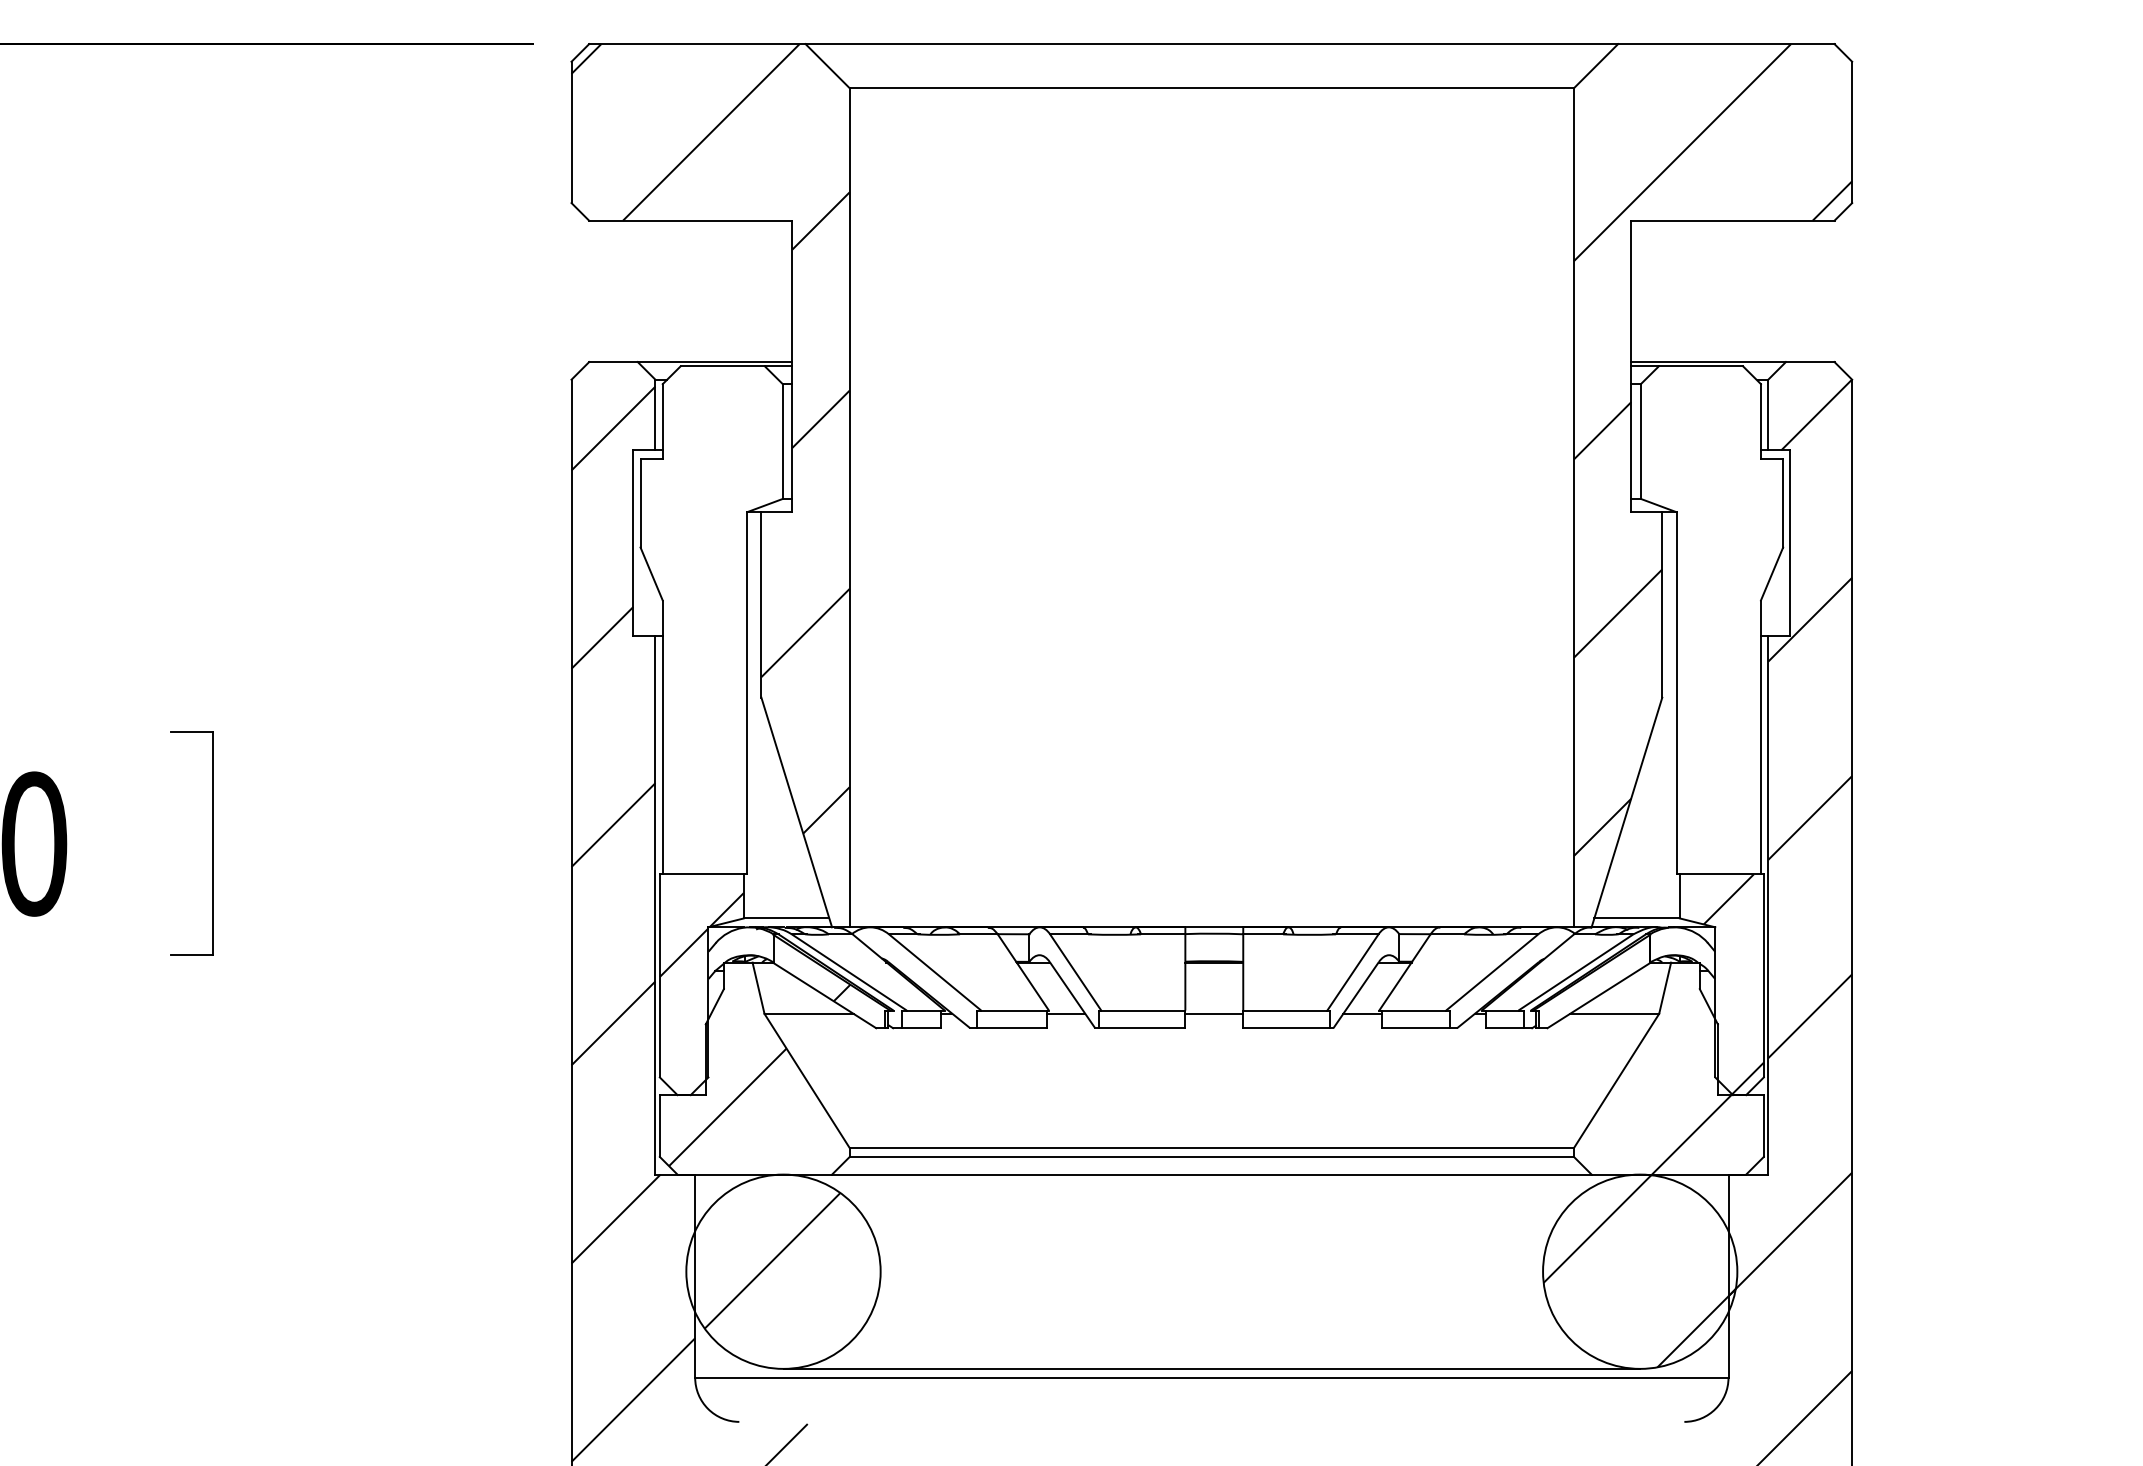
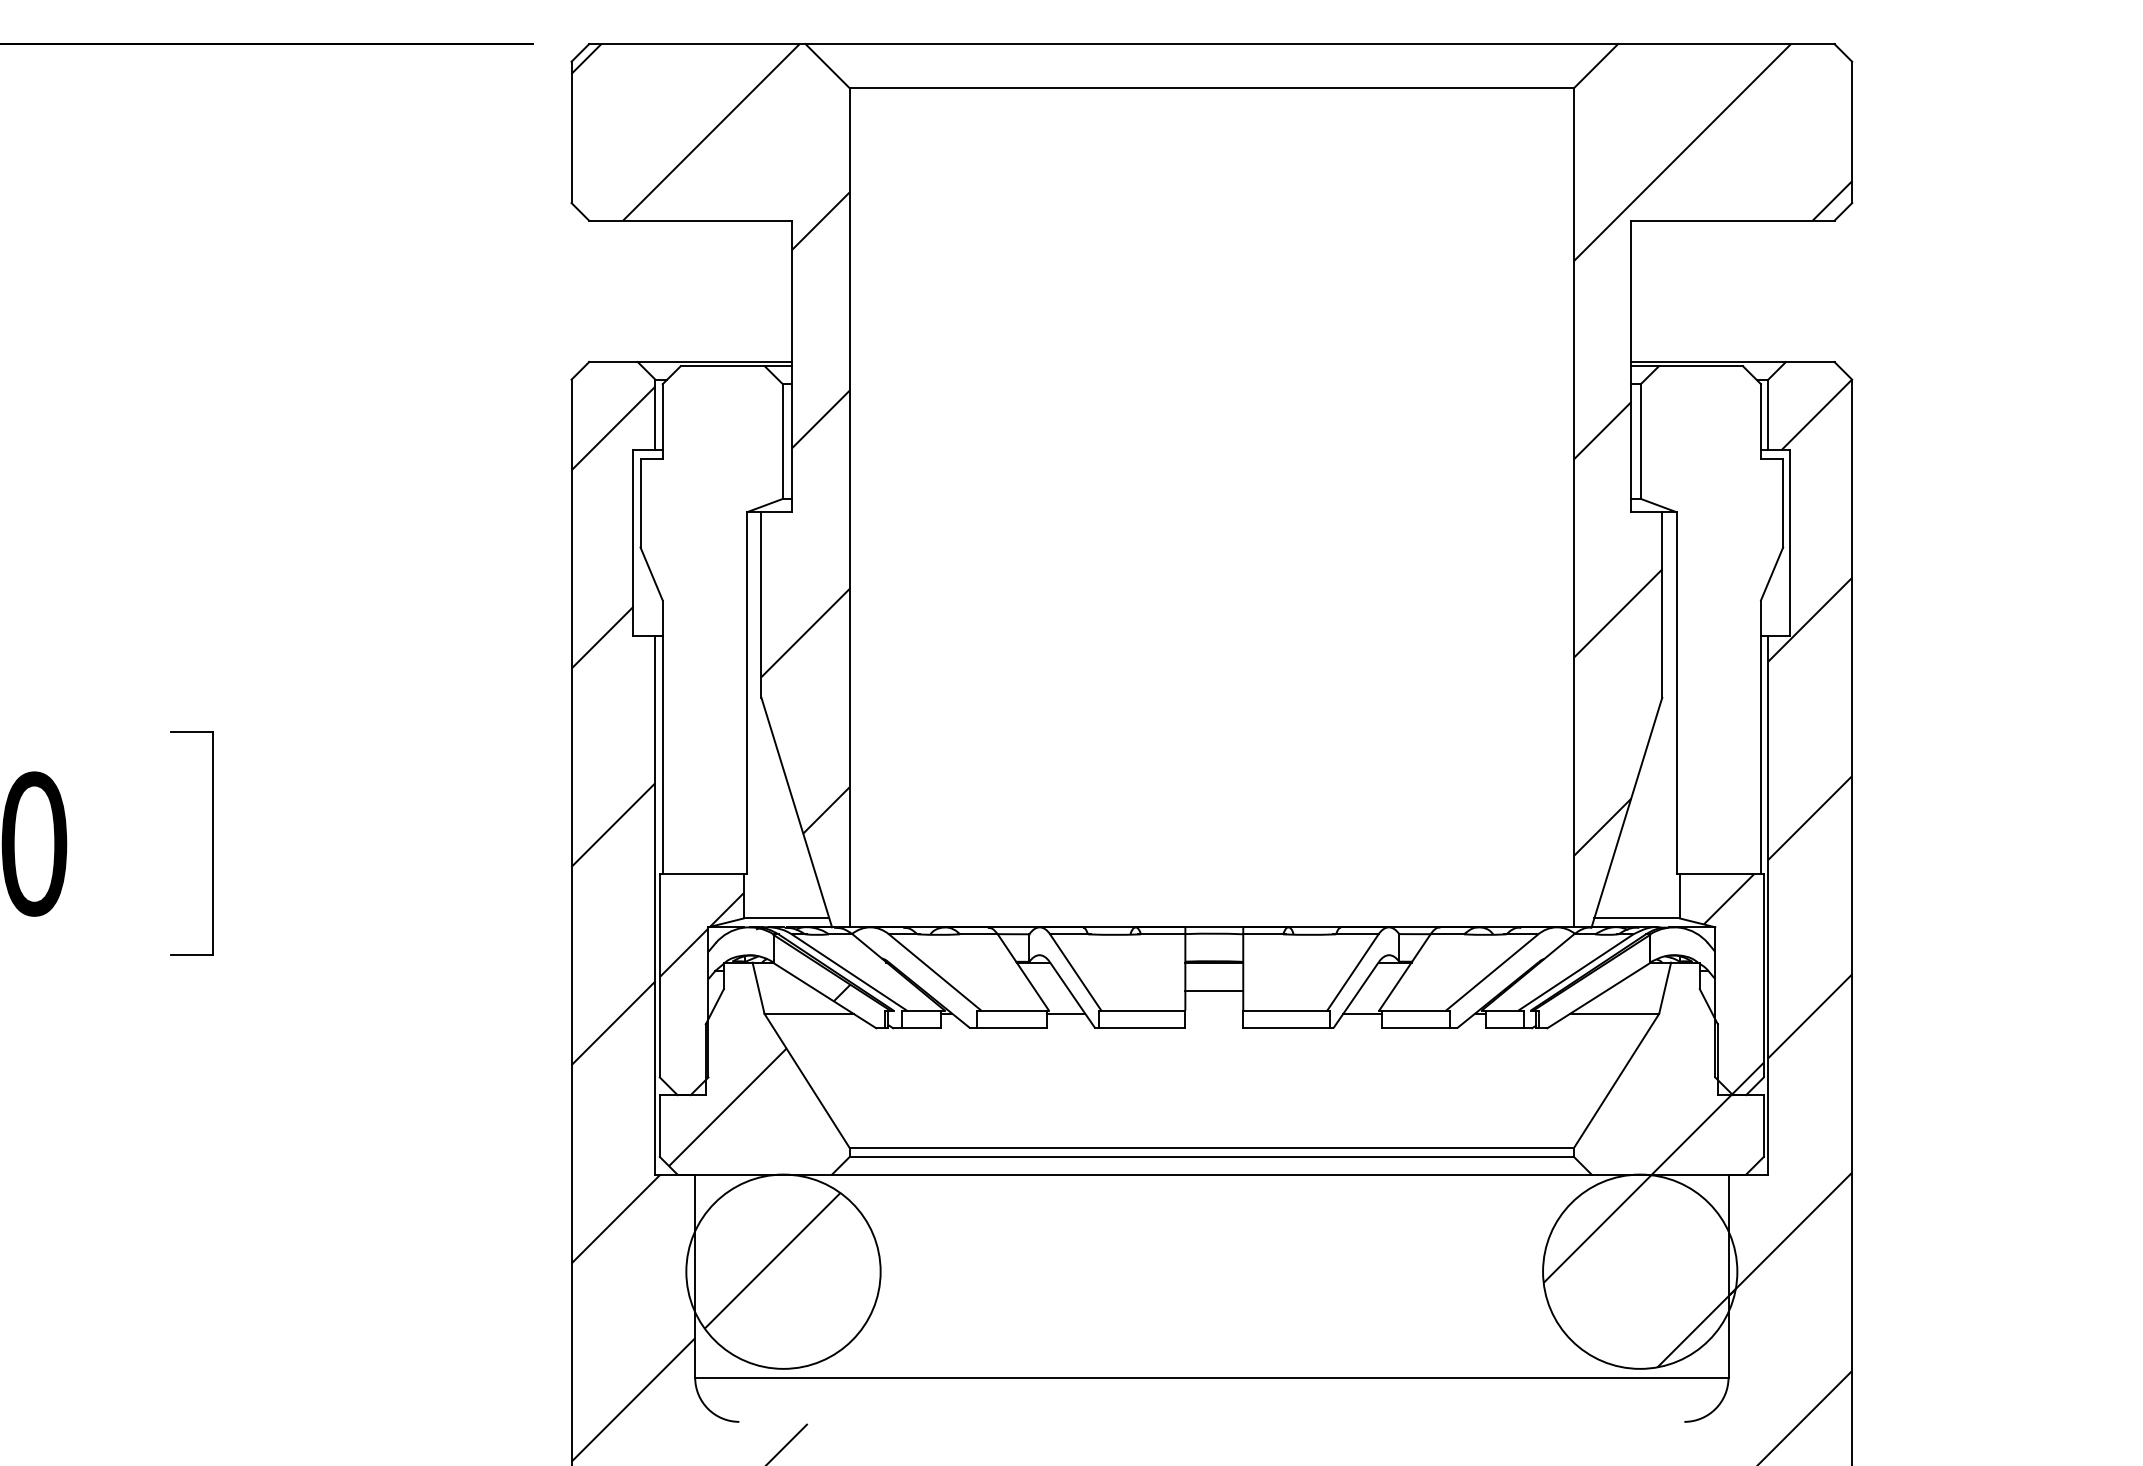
line at (1214, 1013) position: (1214, 1013) -> (1214, 990)
line at (1211, 1368): present -> none
